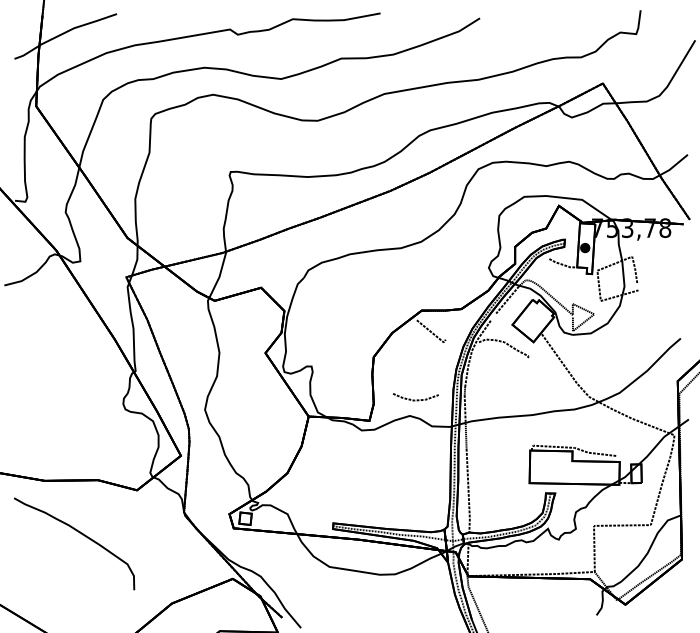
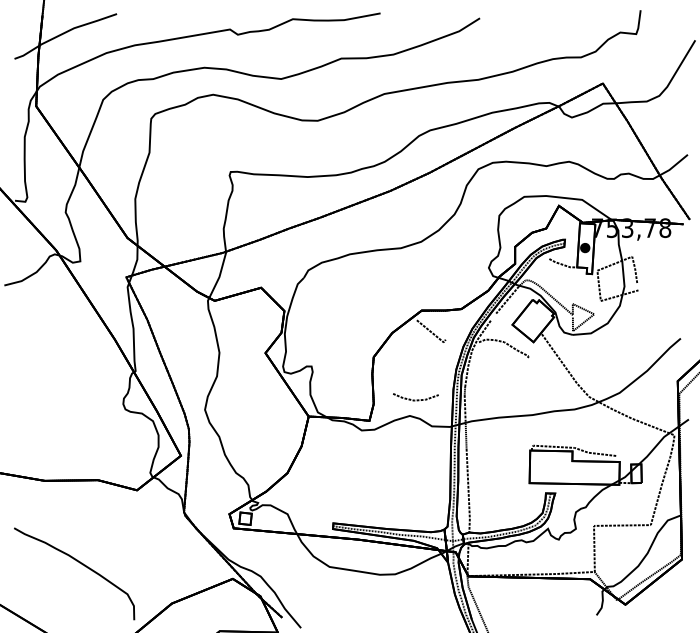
curve at (79, 533) position: (79, 533) -> (79, 563)
